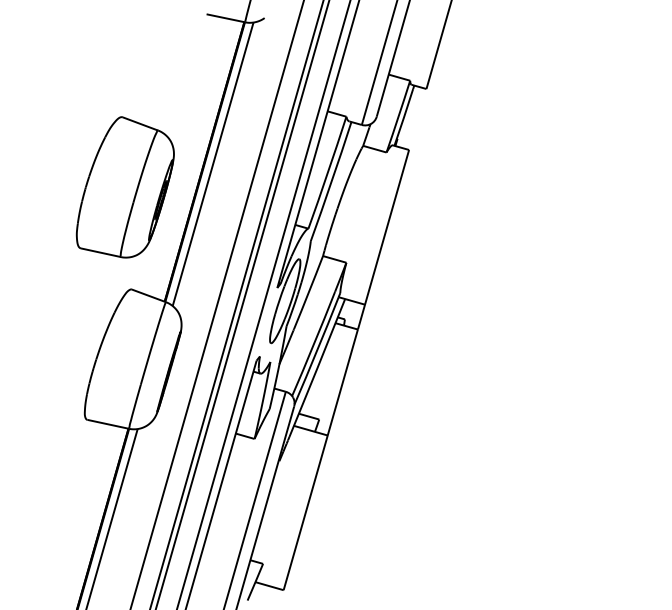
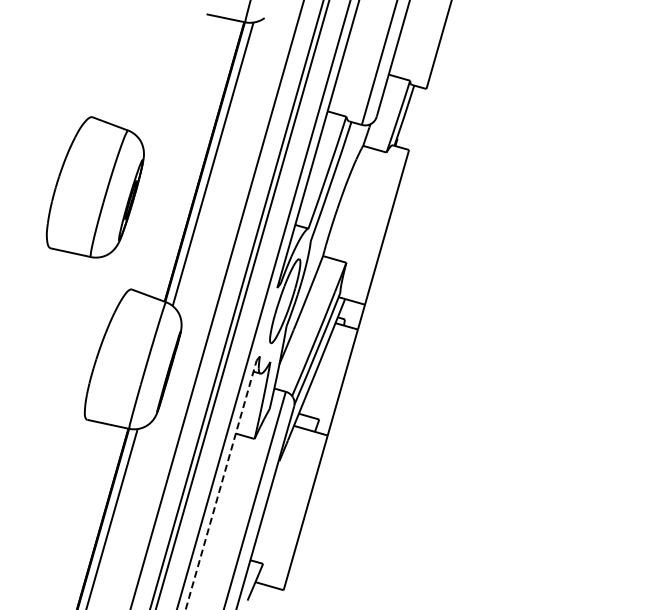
part at (124, 187) position: (124, 187) -> (94, 187)
line at (221, 484): solid -> dashed
